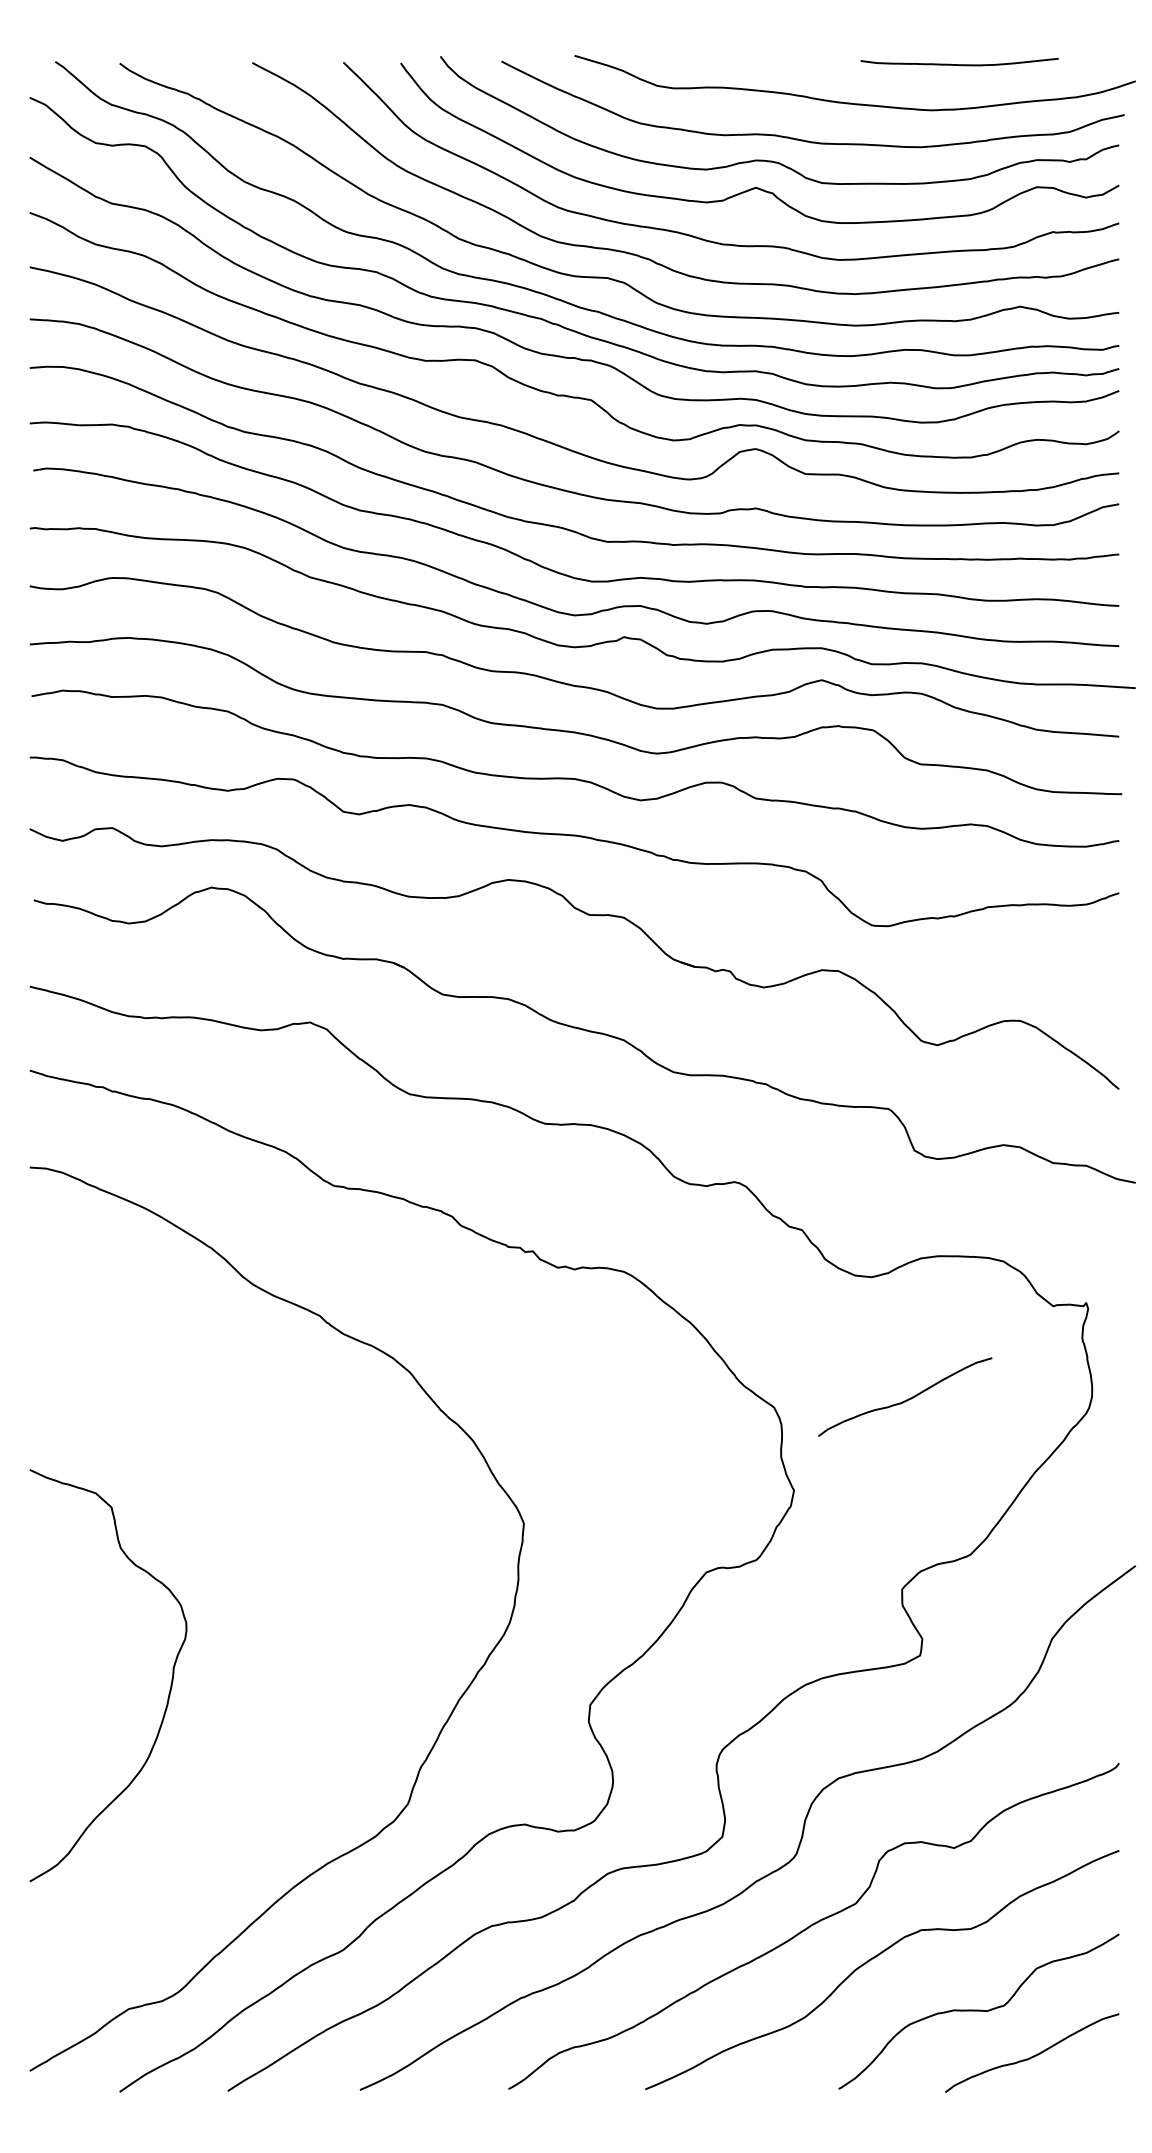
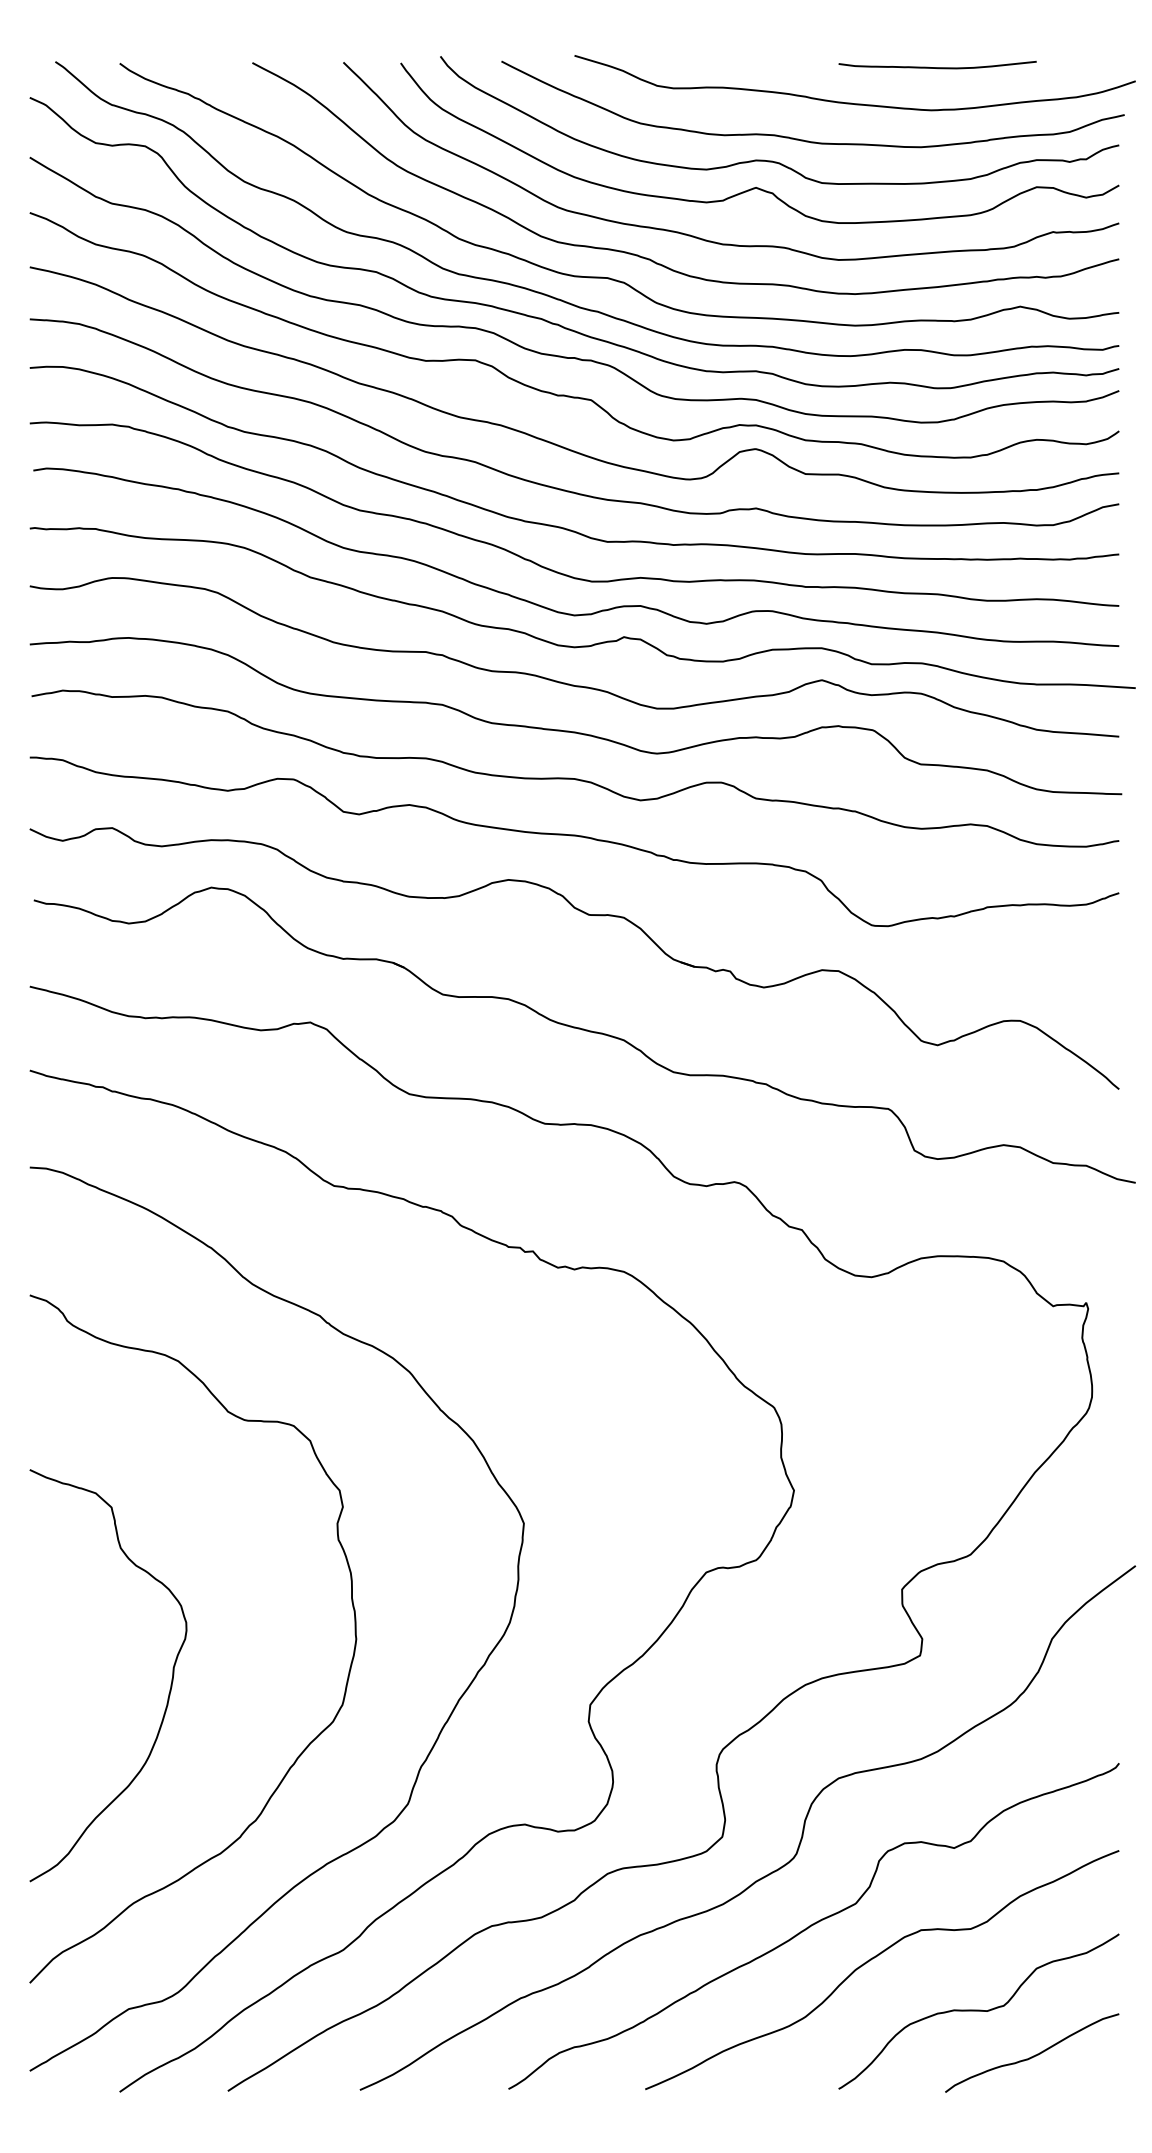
curve at (959, 64) position: (959, 64) -> (937, 67)
curve at (906, 1399): present -> none
curve at (309, 1742): none -> present
